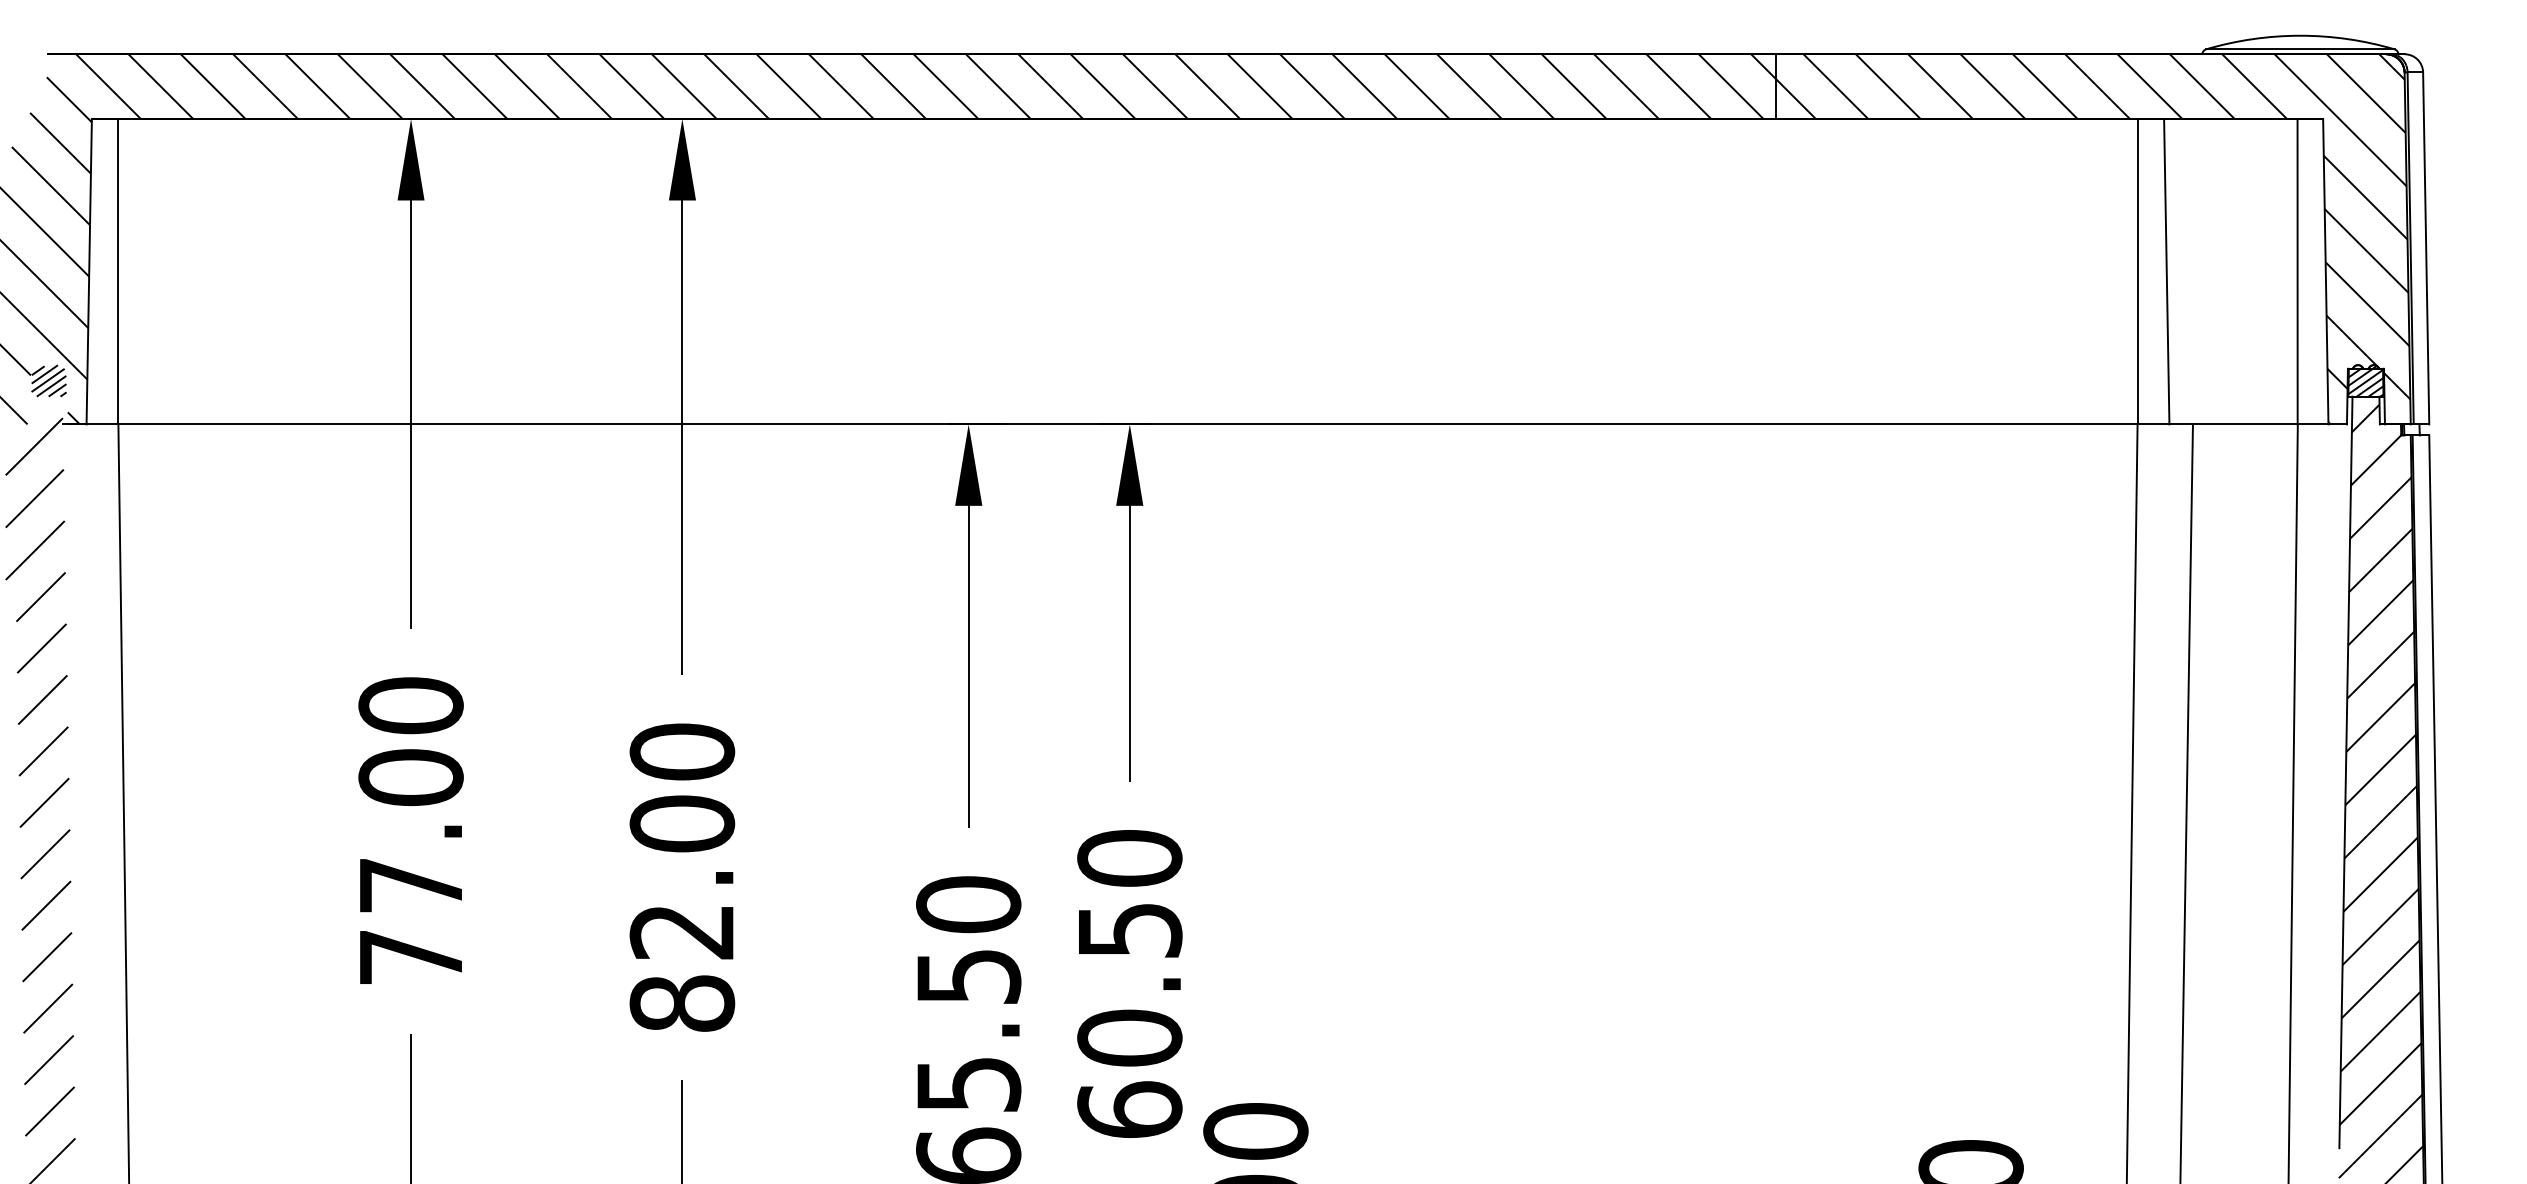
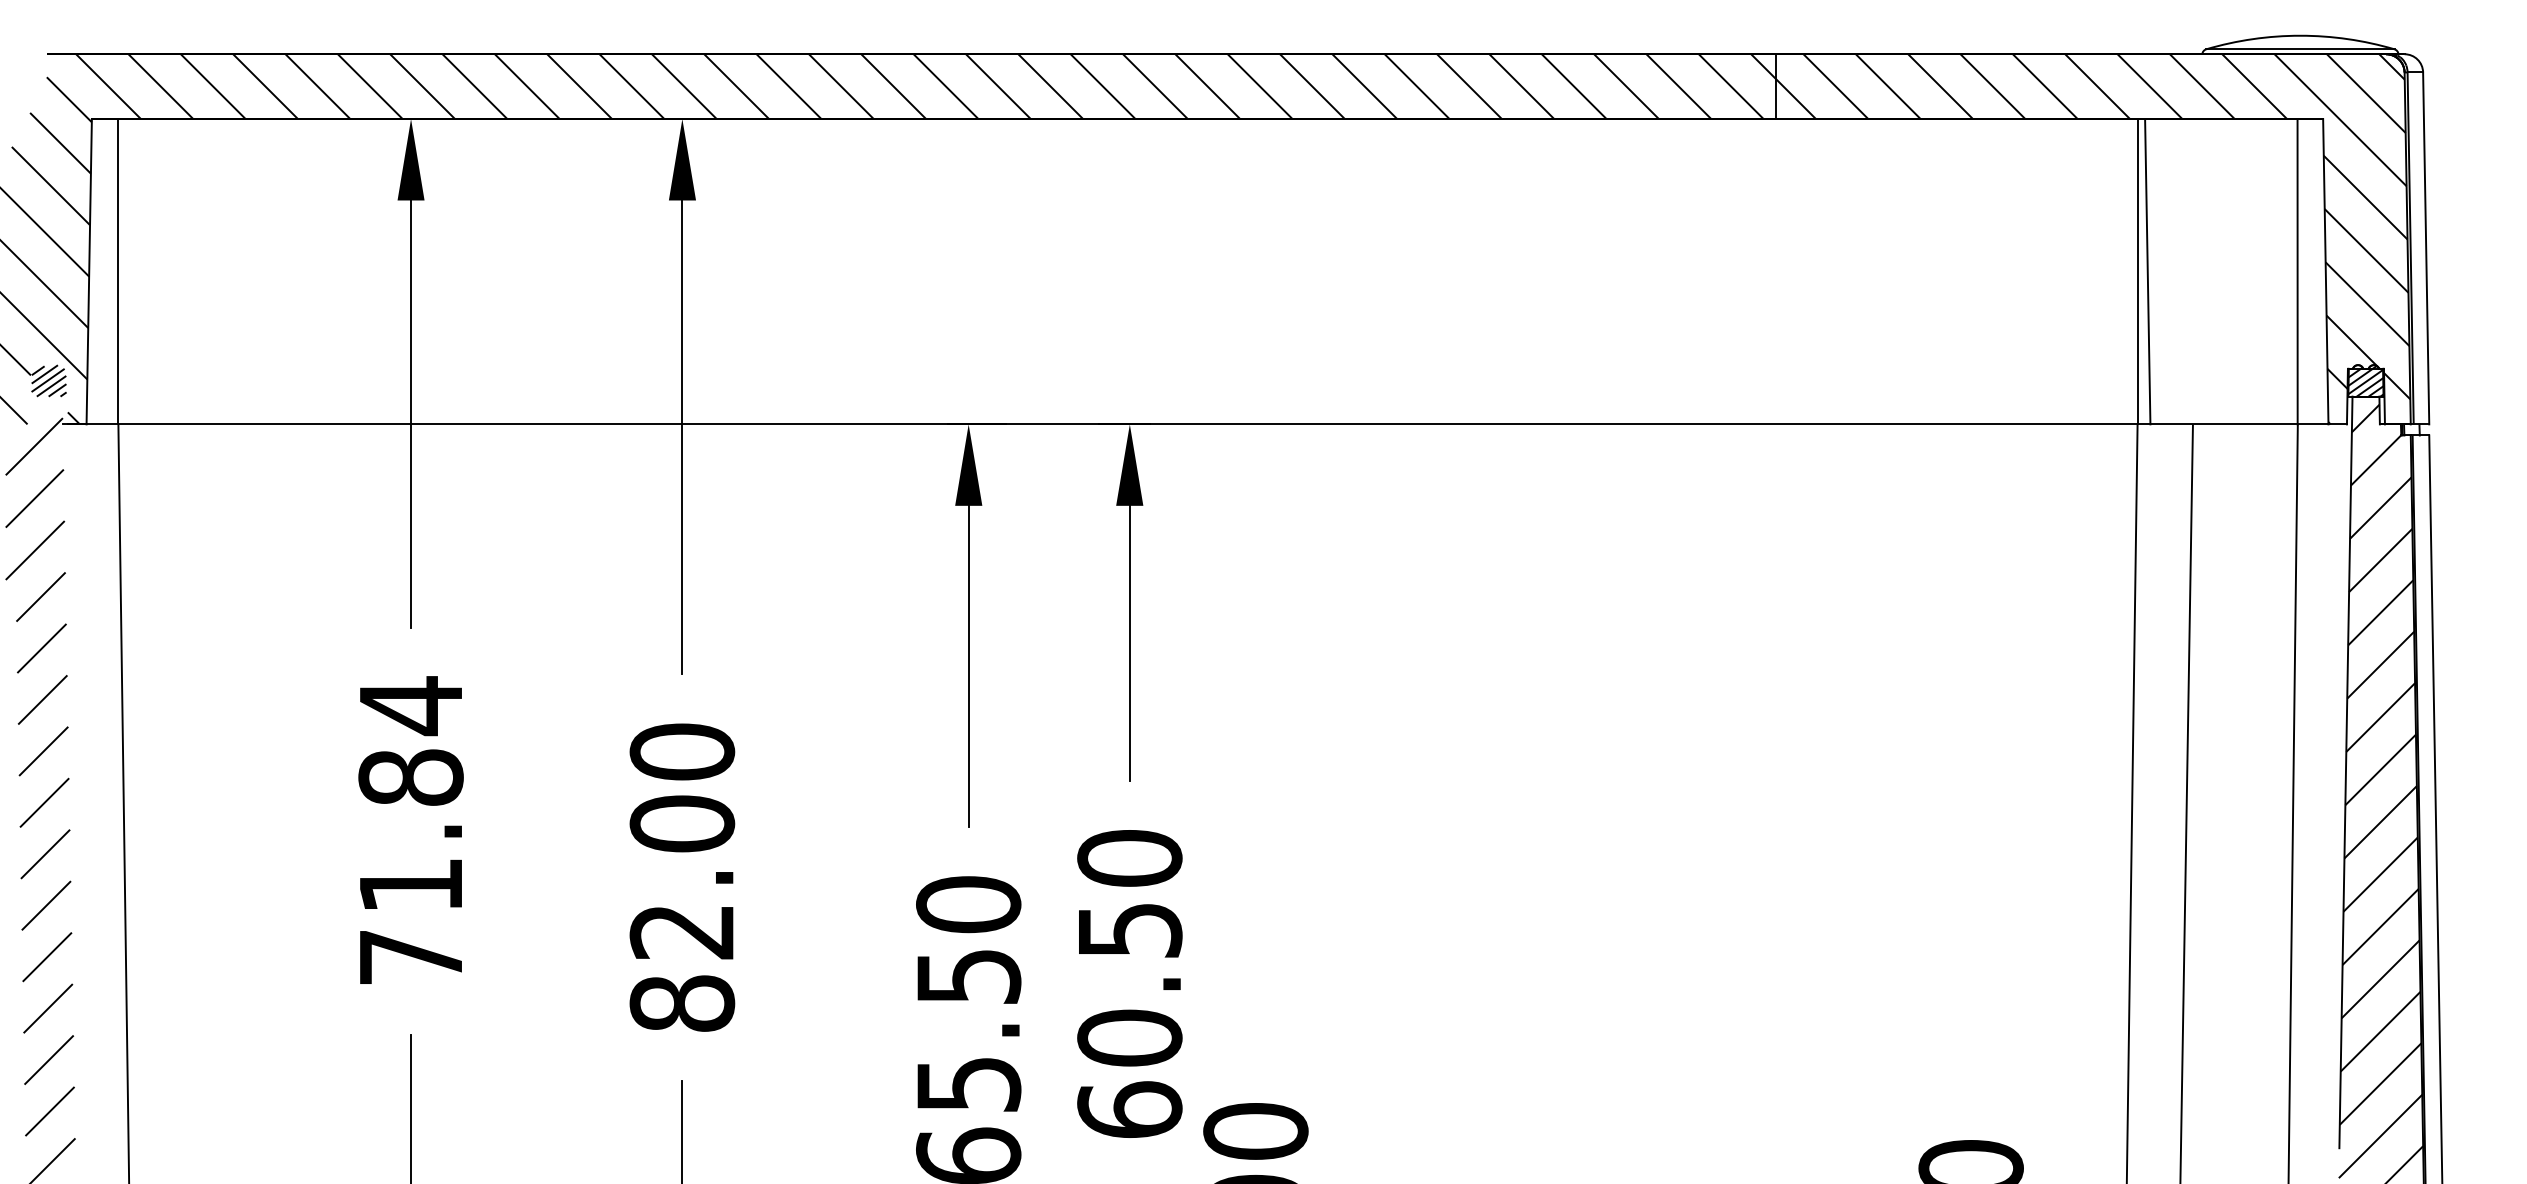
line at (2166, 271) position: (2166, 271) -> (2147, 271)
text at (410, 794): 77.00 -> 71.84
